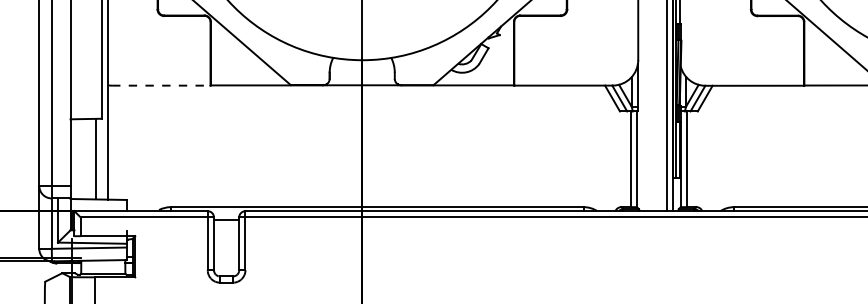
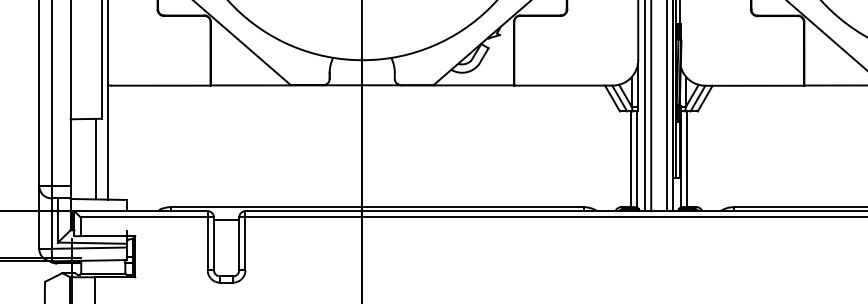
line at (161, 85): dashed -> solid
line at (644, 106): none -> present
line at (651, 106): none -> present
